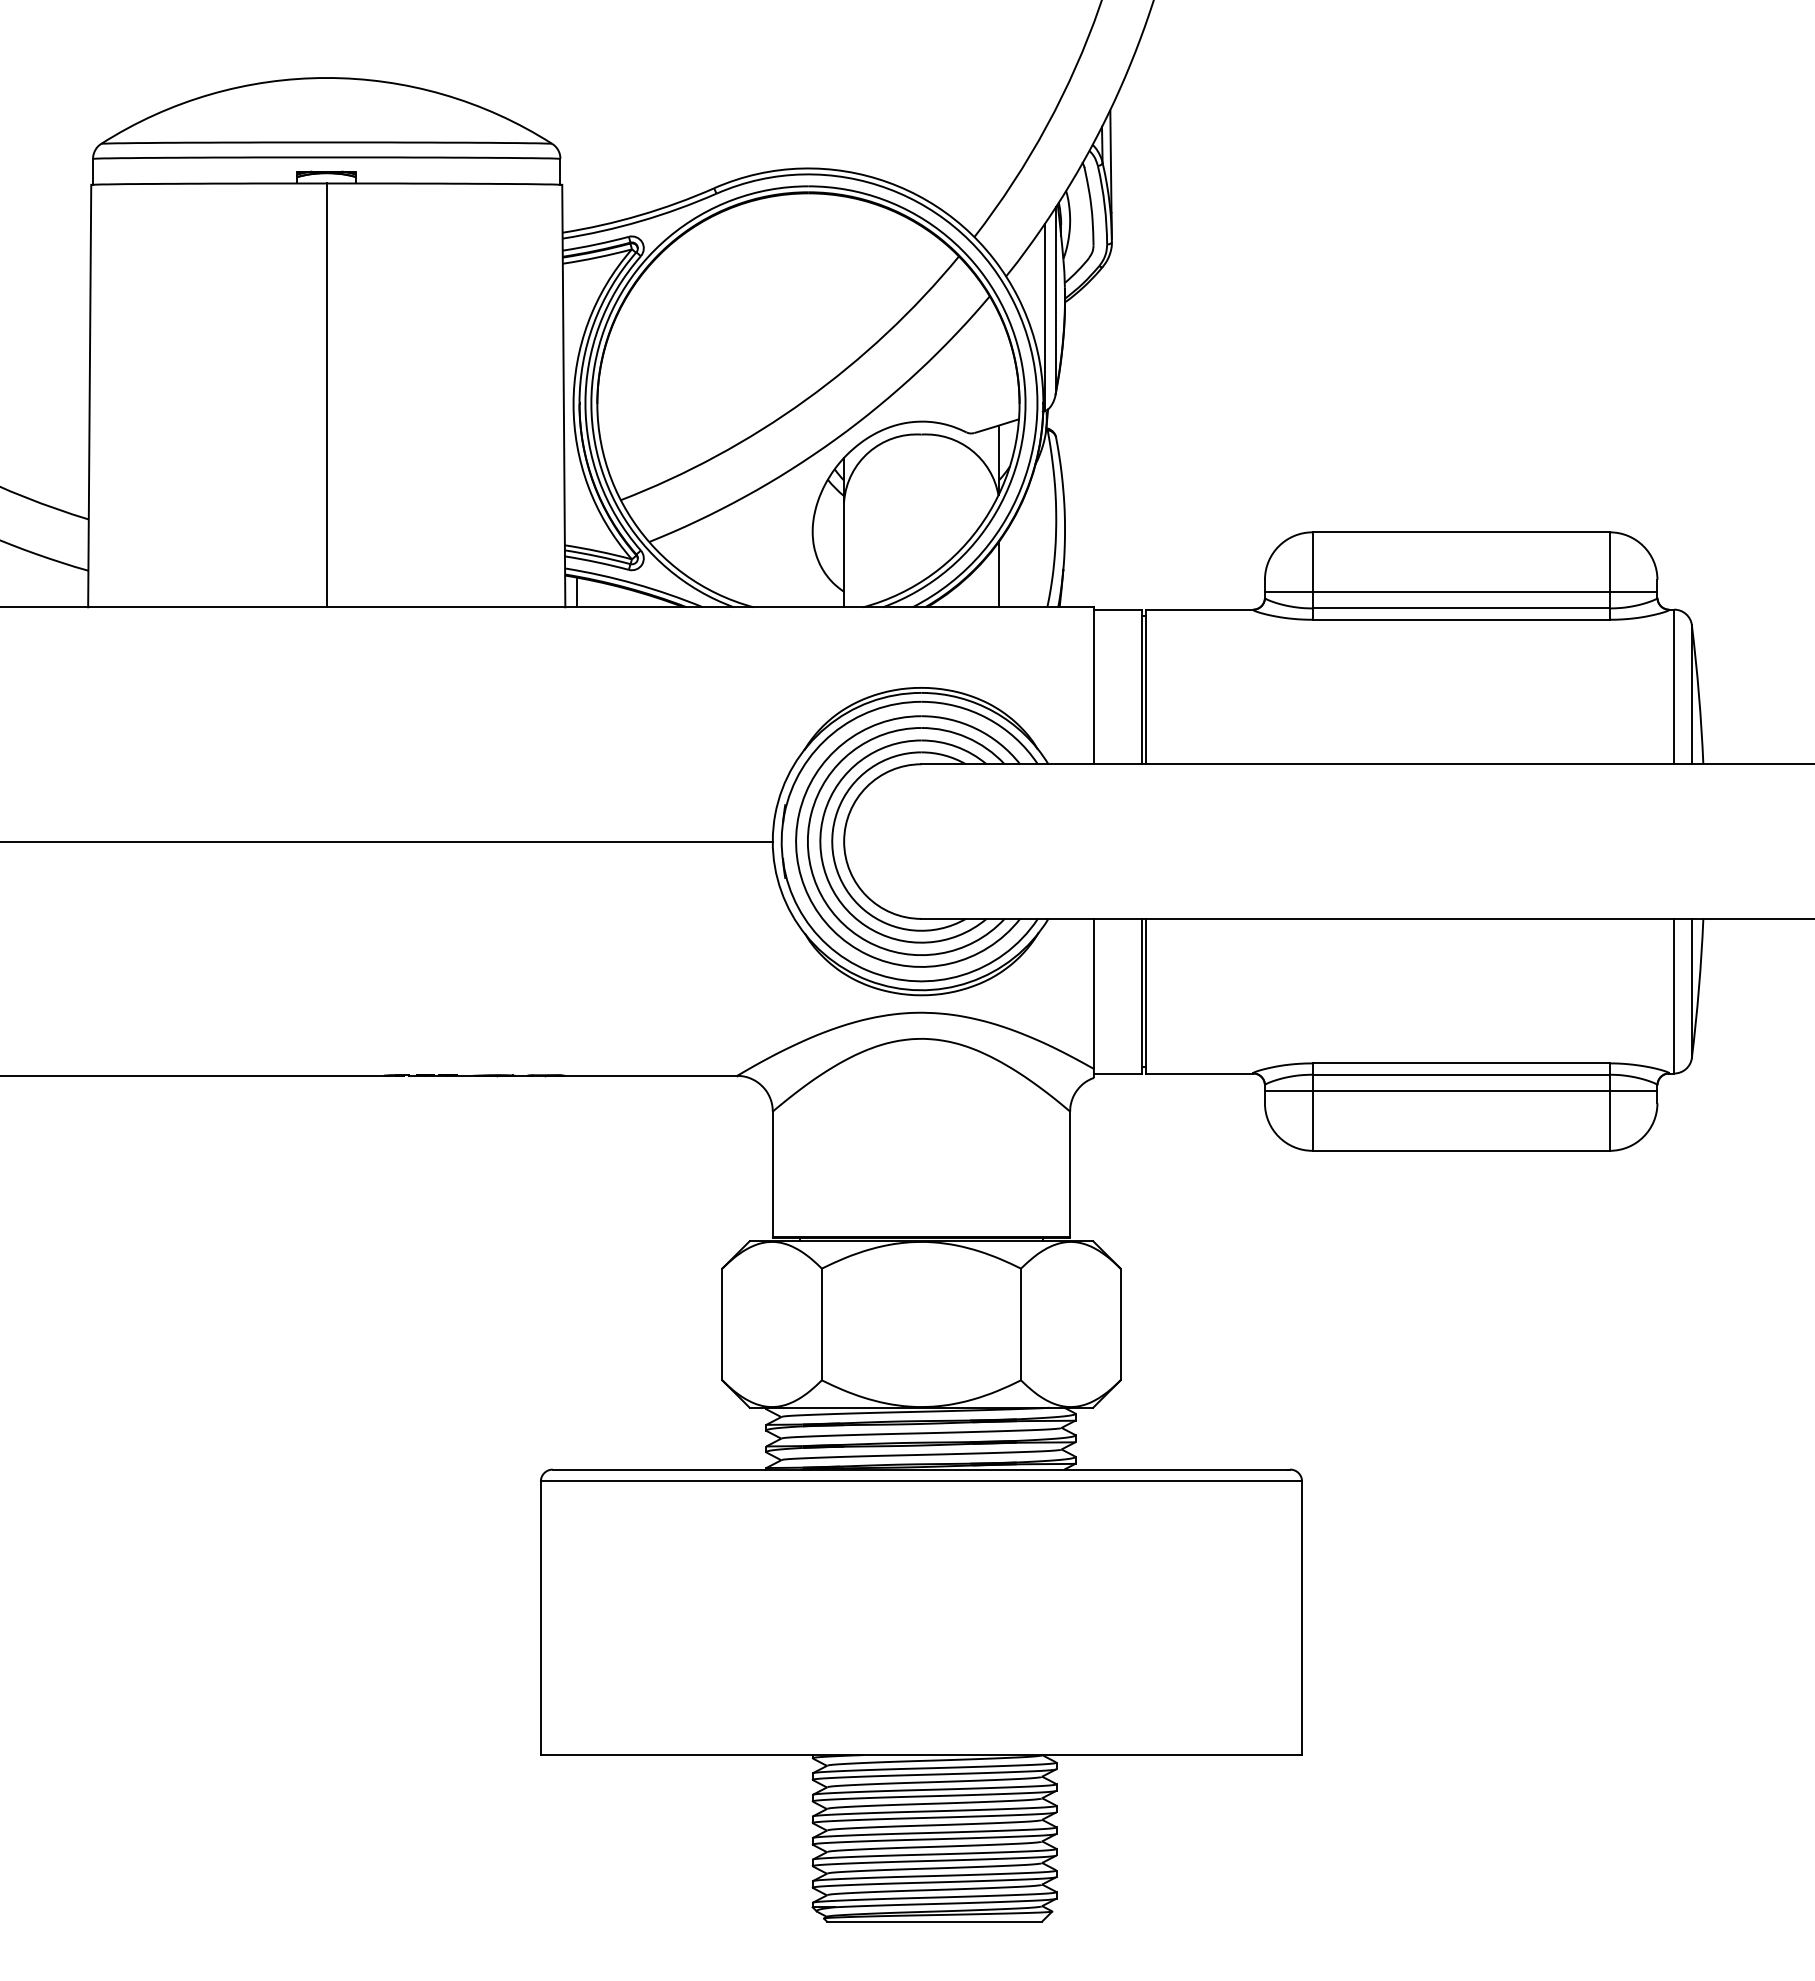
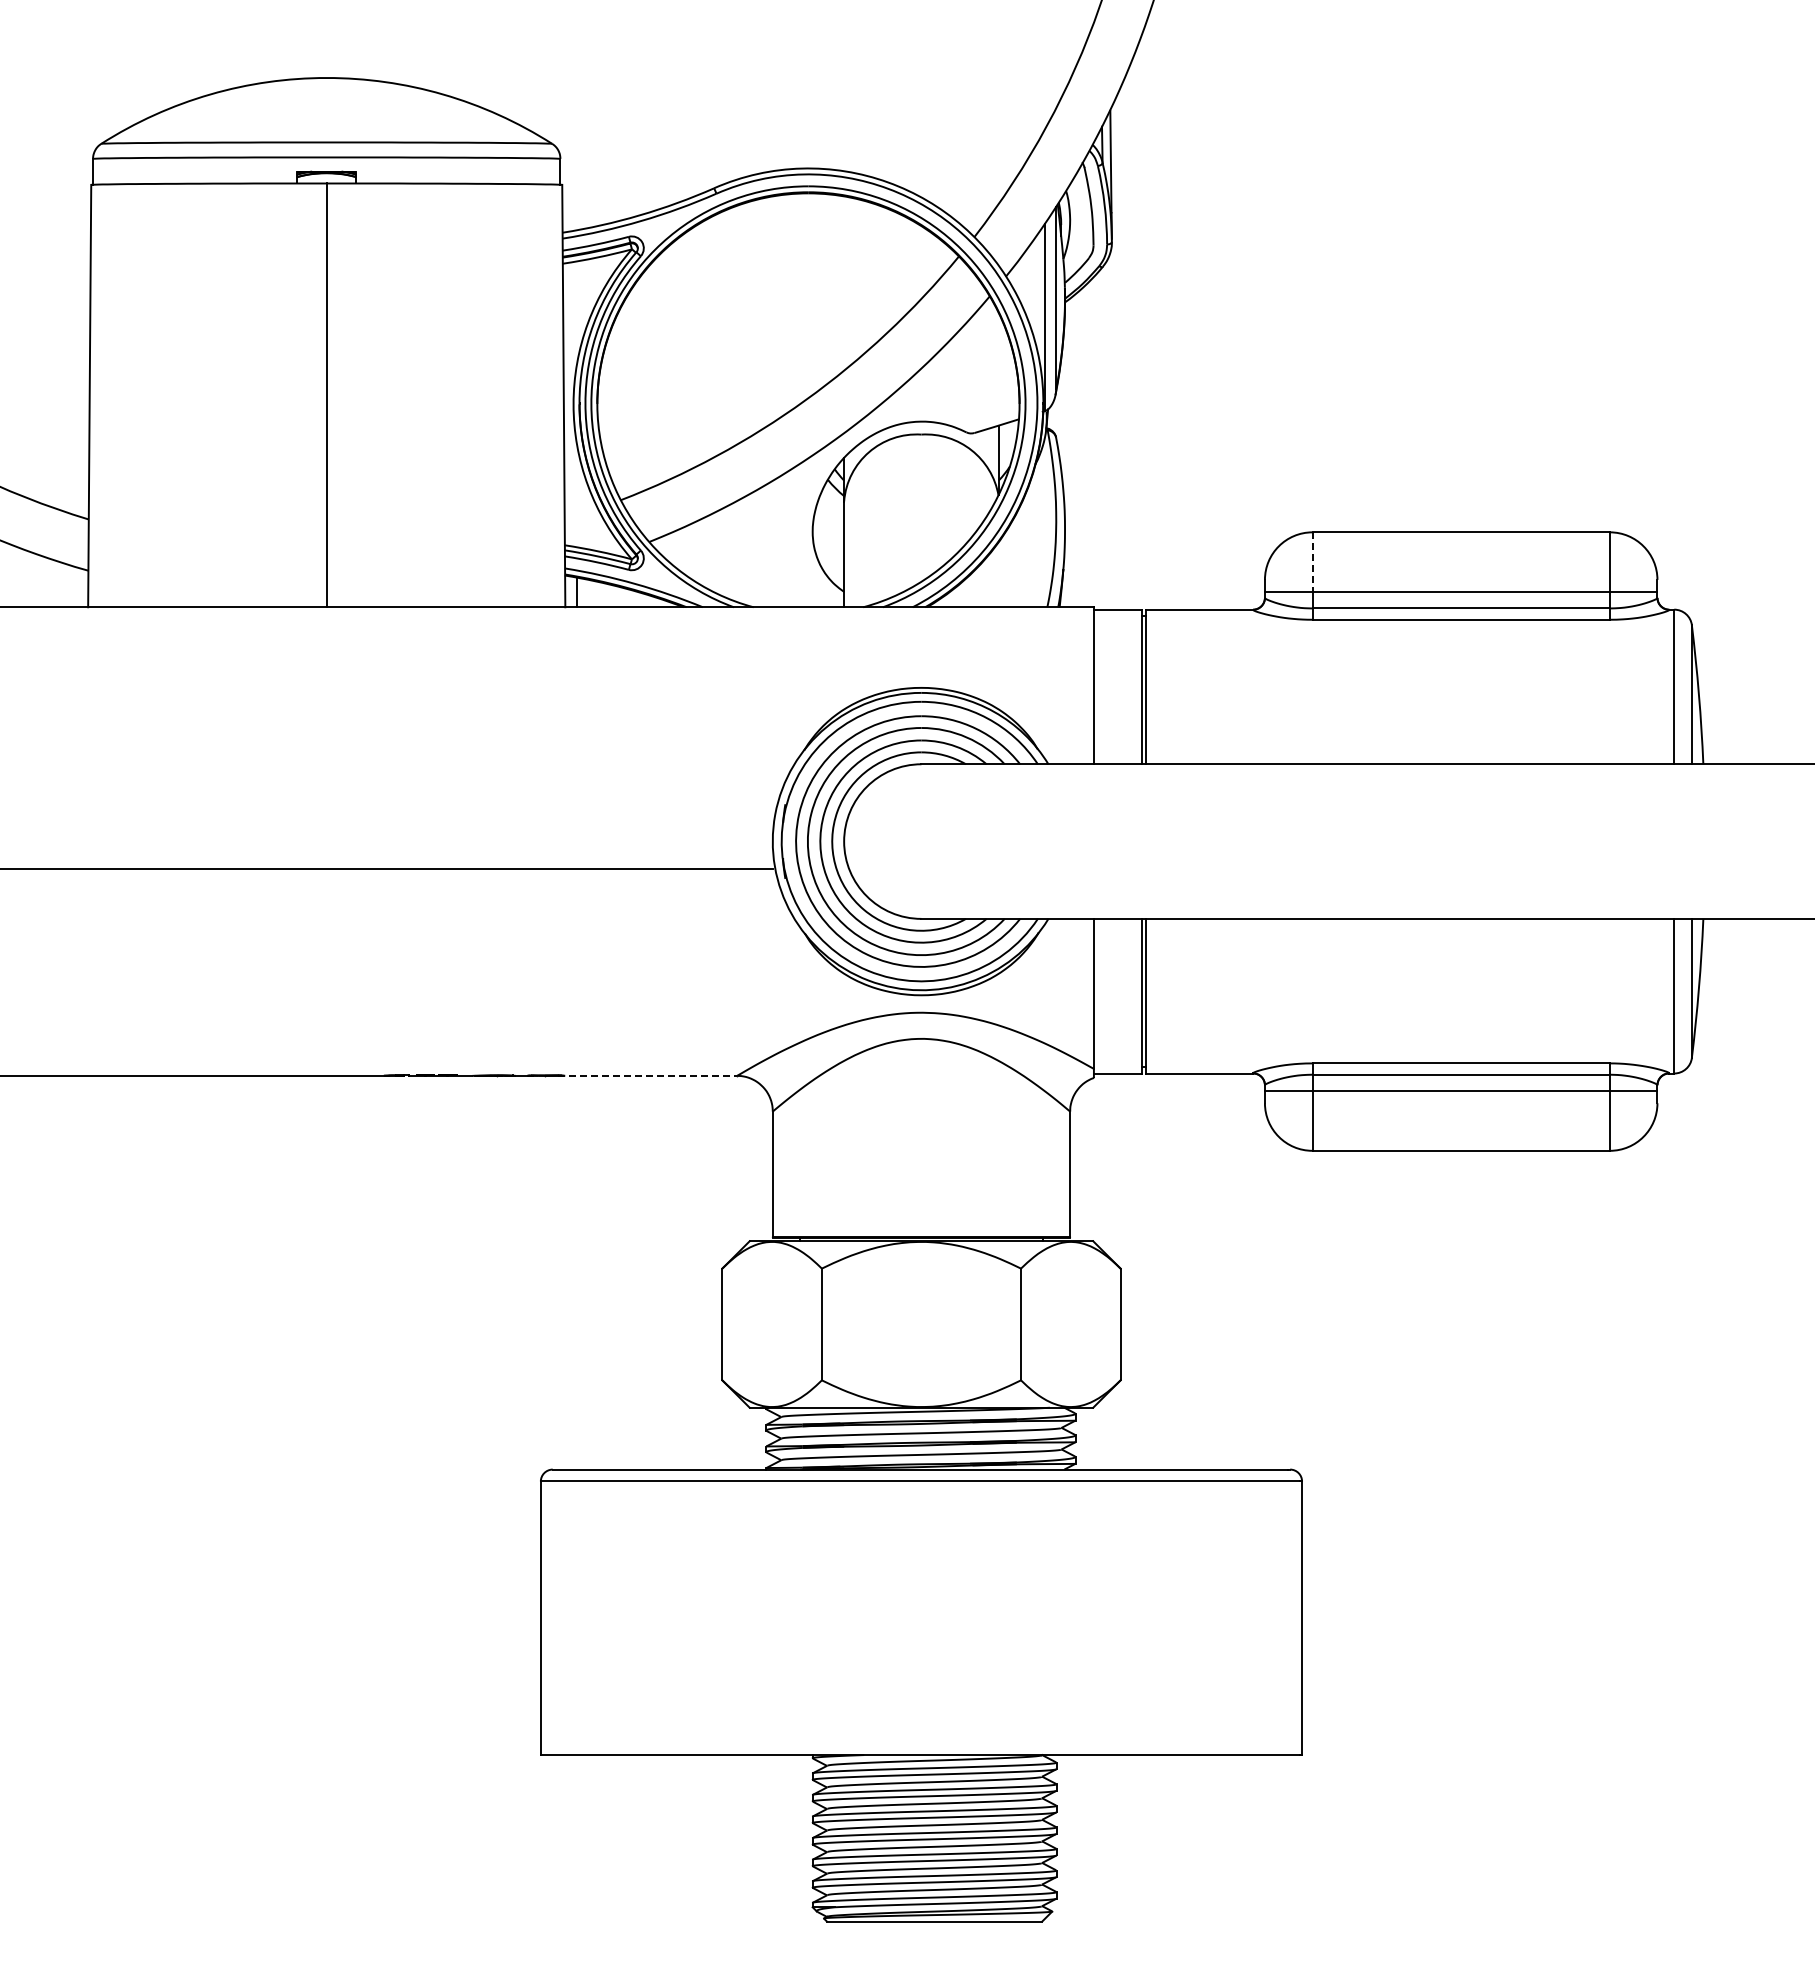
line at (1312, 562): solid -> dashed
line at (998, 574): present -> none
line at (387, 841) position: (387, 841) -> (387, 868)
line at (648, 1075): solid -> dashed
